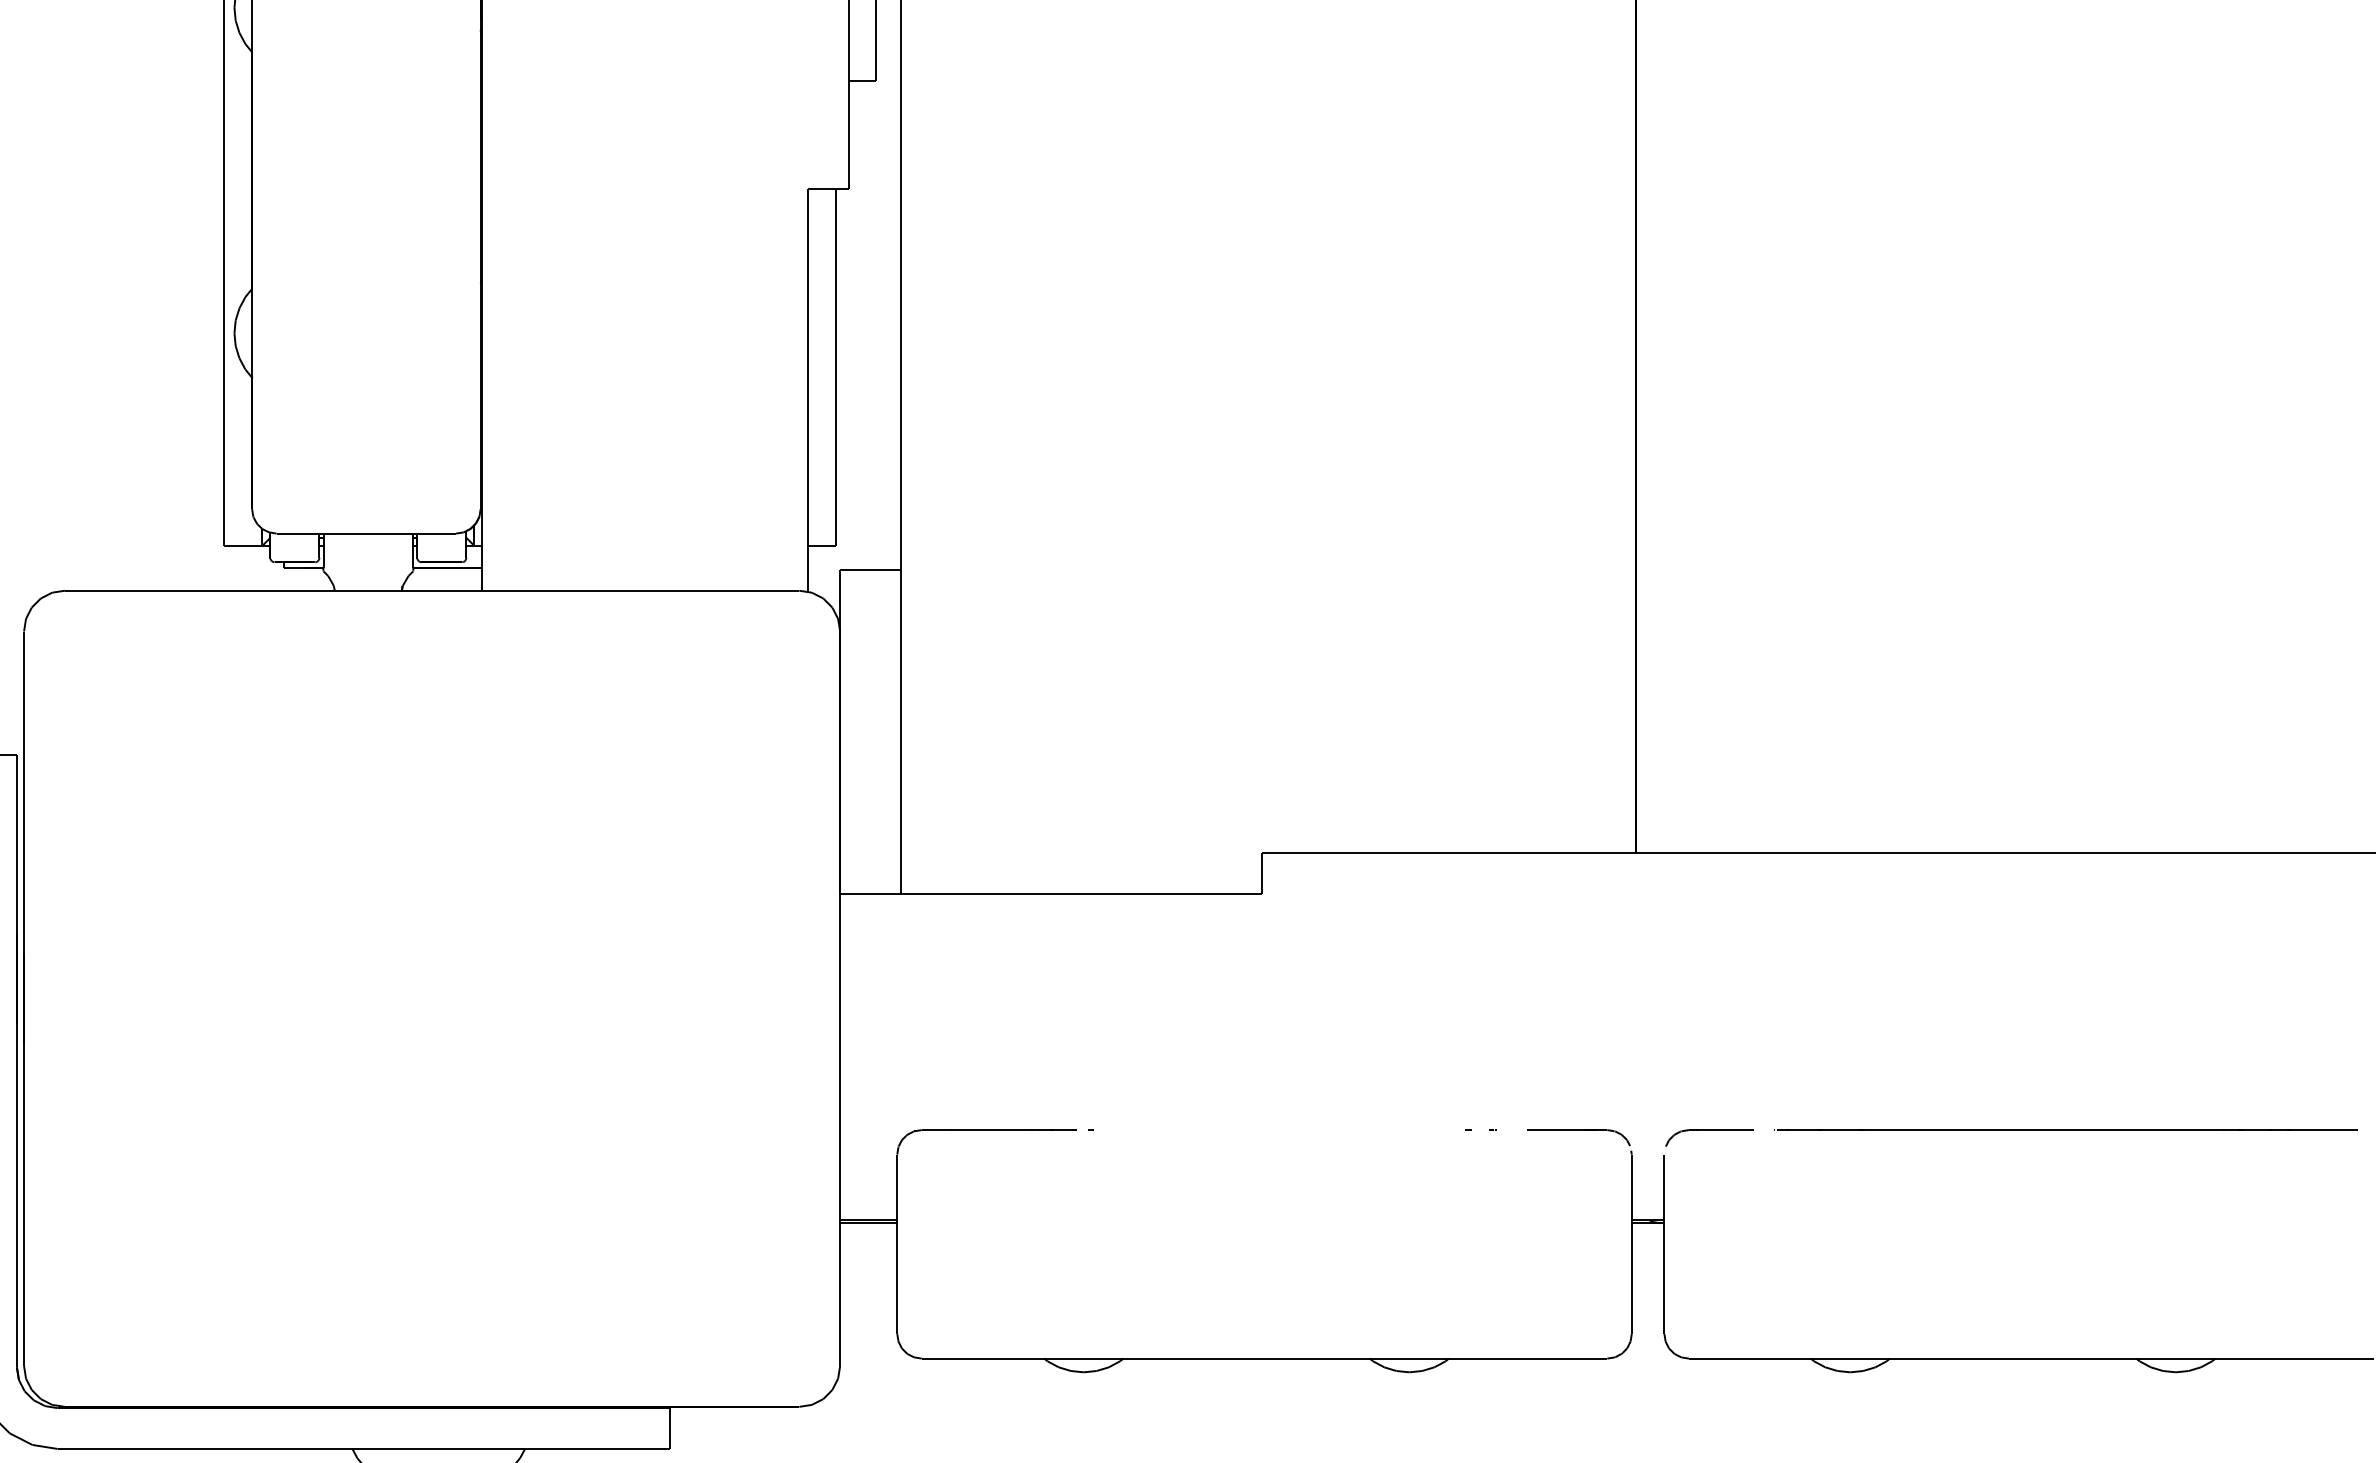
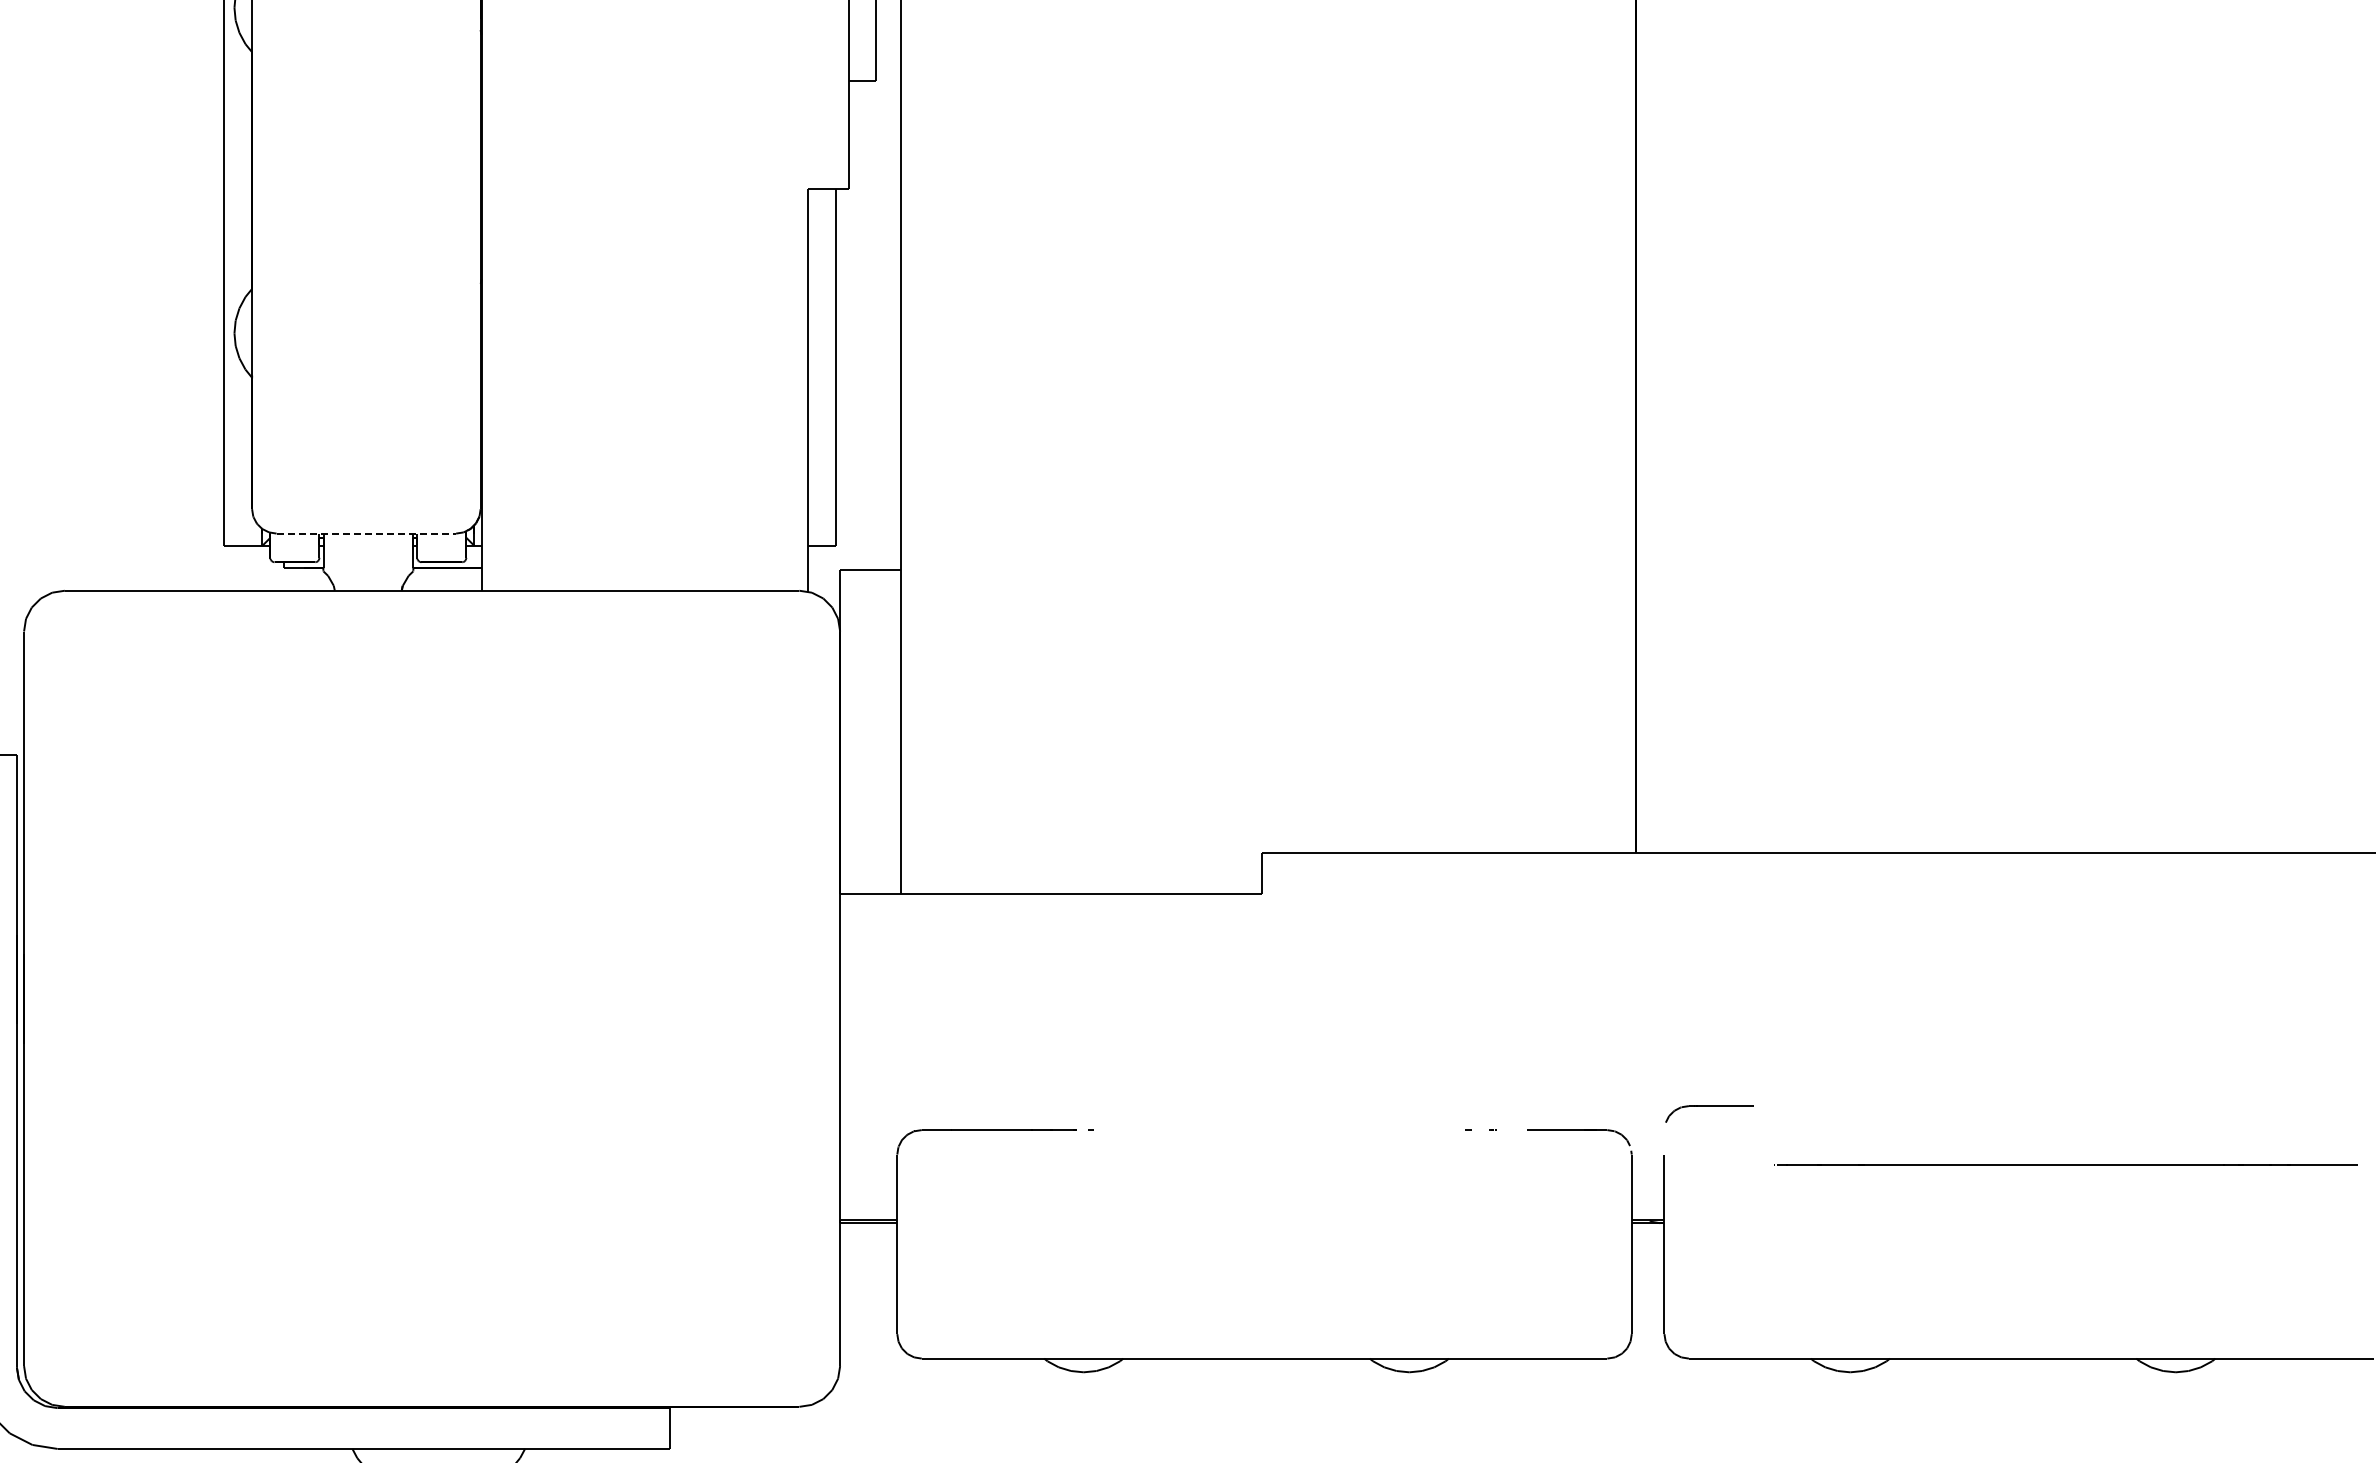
line at (366, 533): solid -> dashed
line at (2065, 1129) position: (2065, 1129) -> (2065, 1164)
part at (1709, 1130) position: (1709, 1130) -> (1709, 1106)
